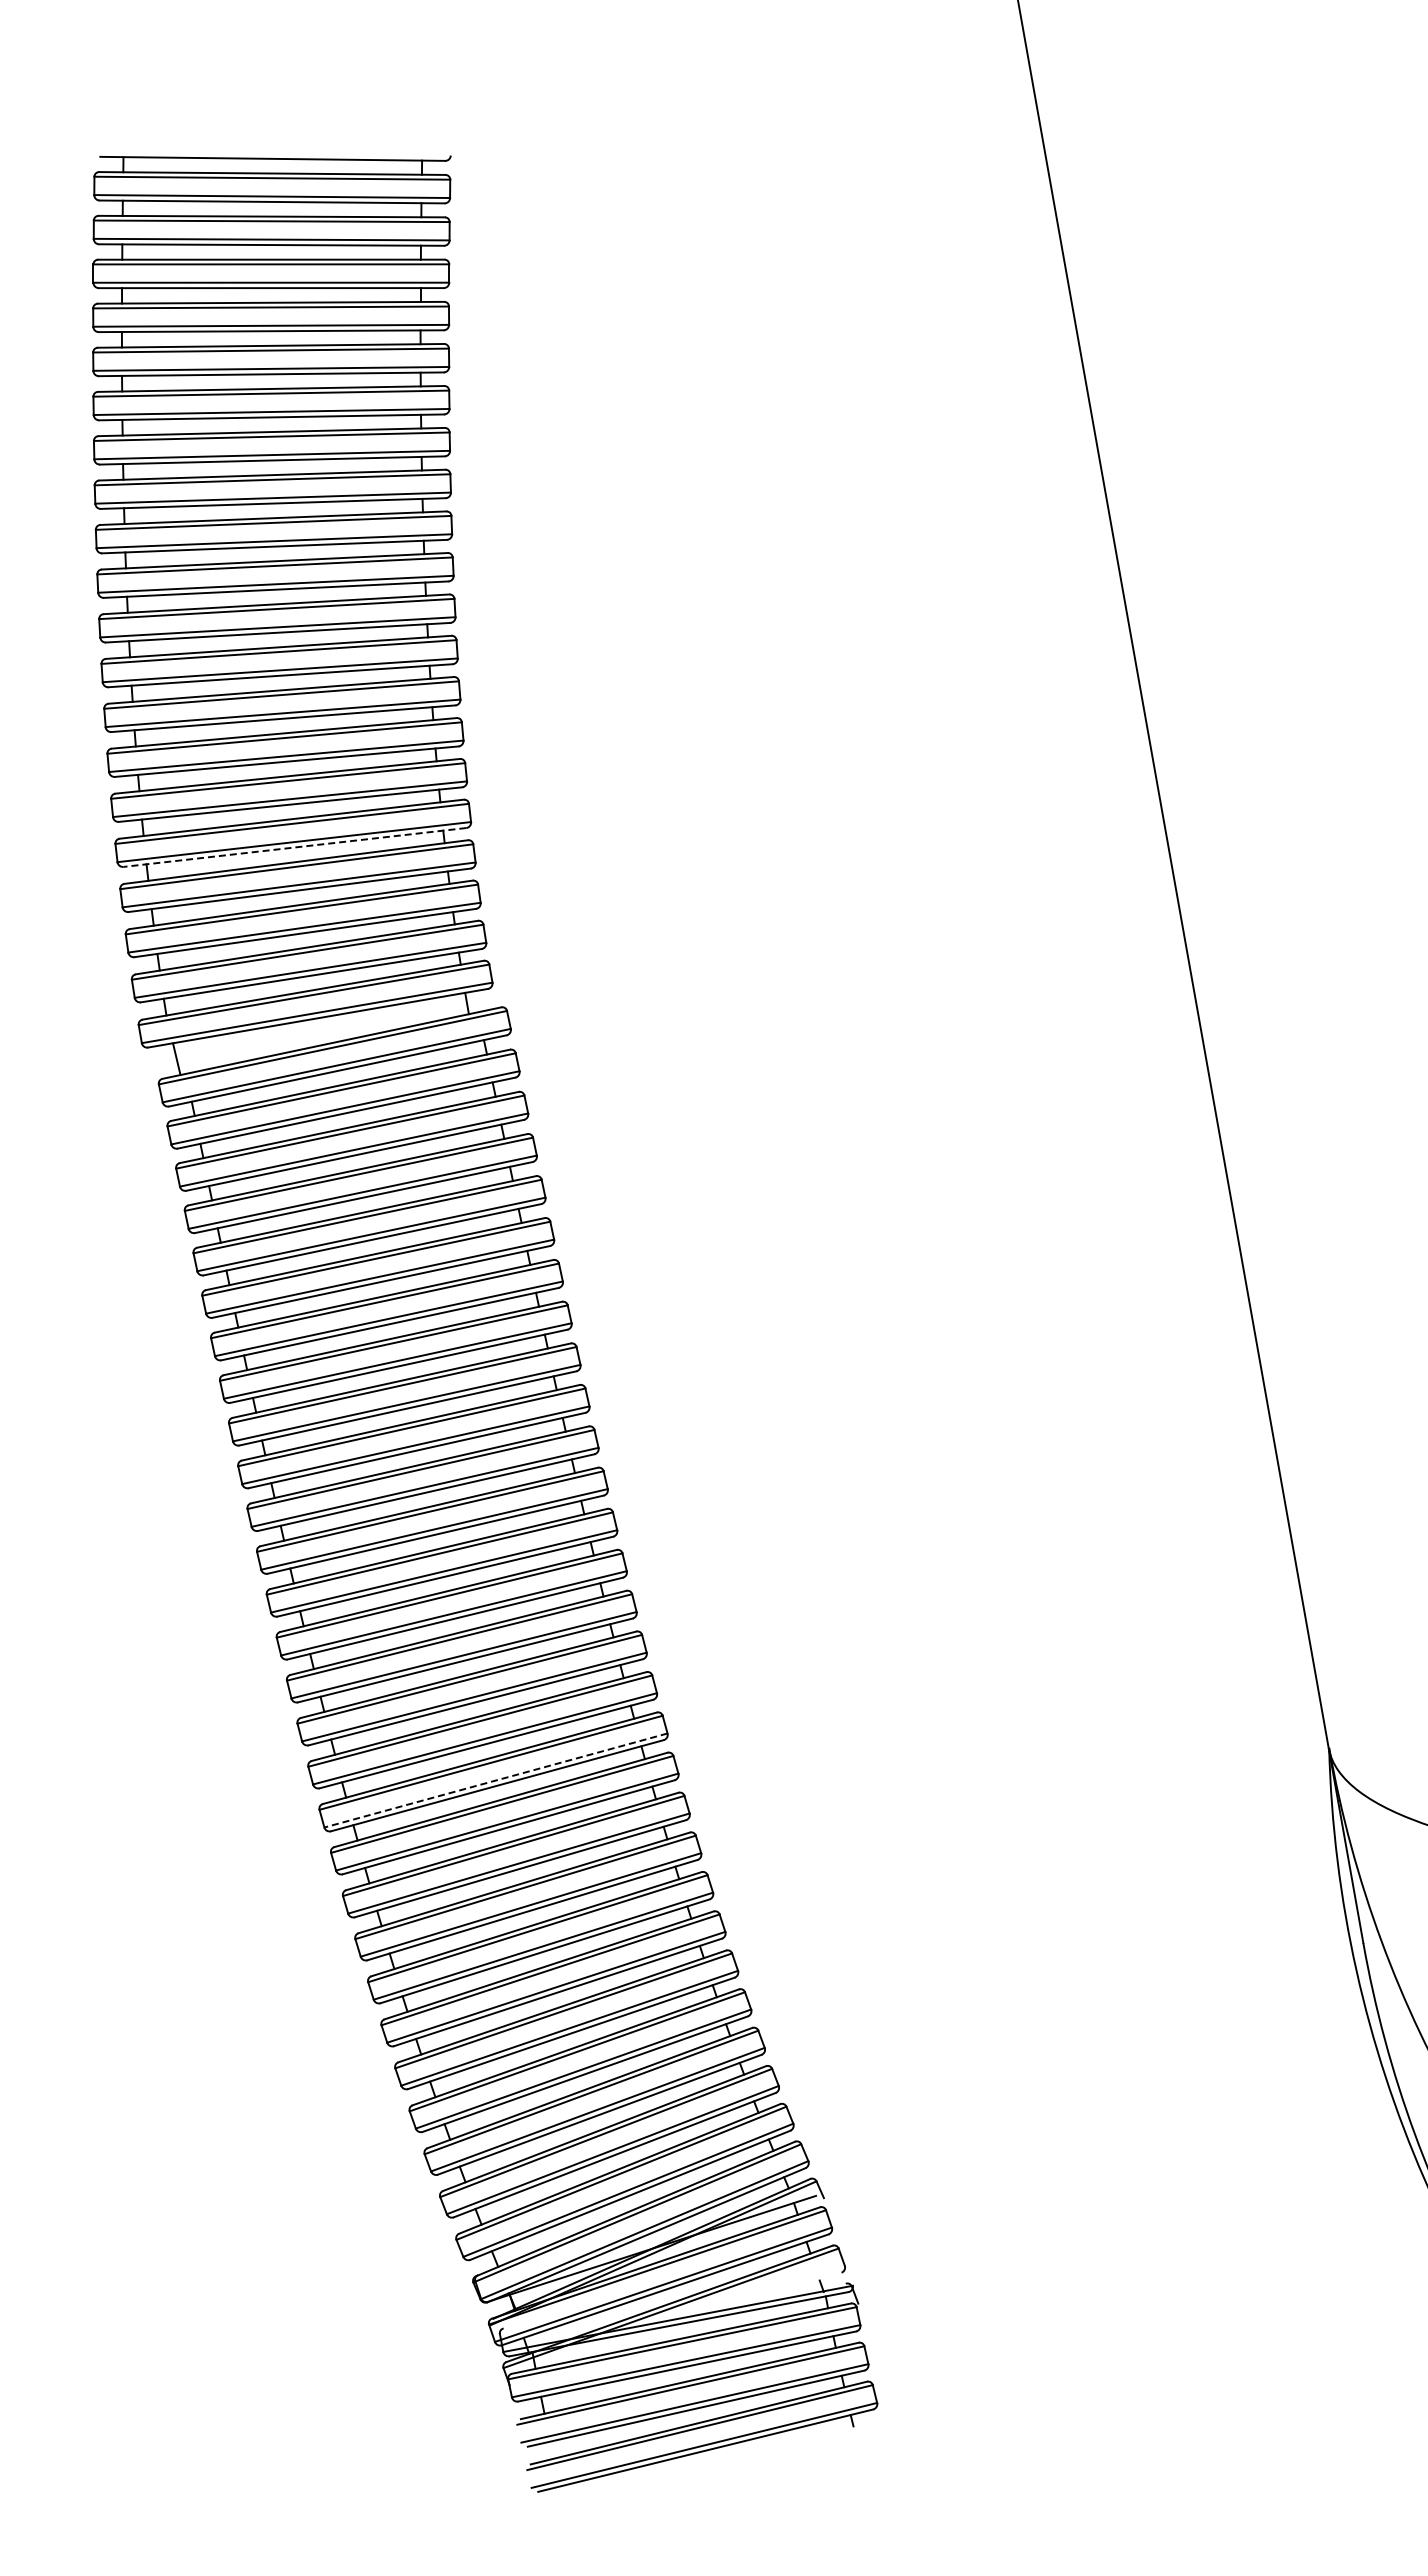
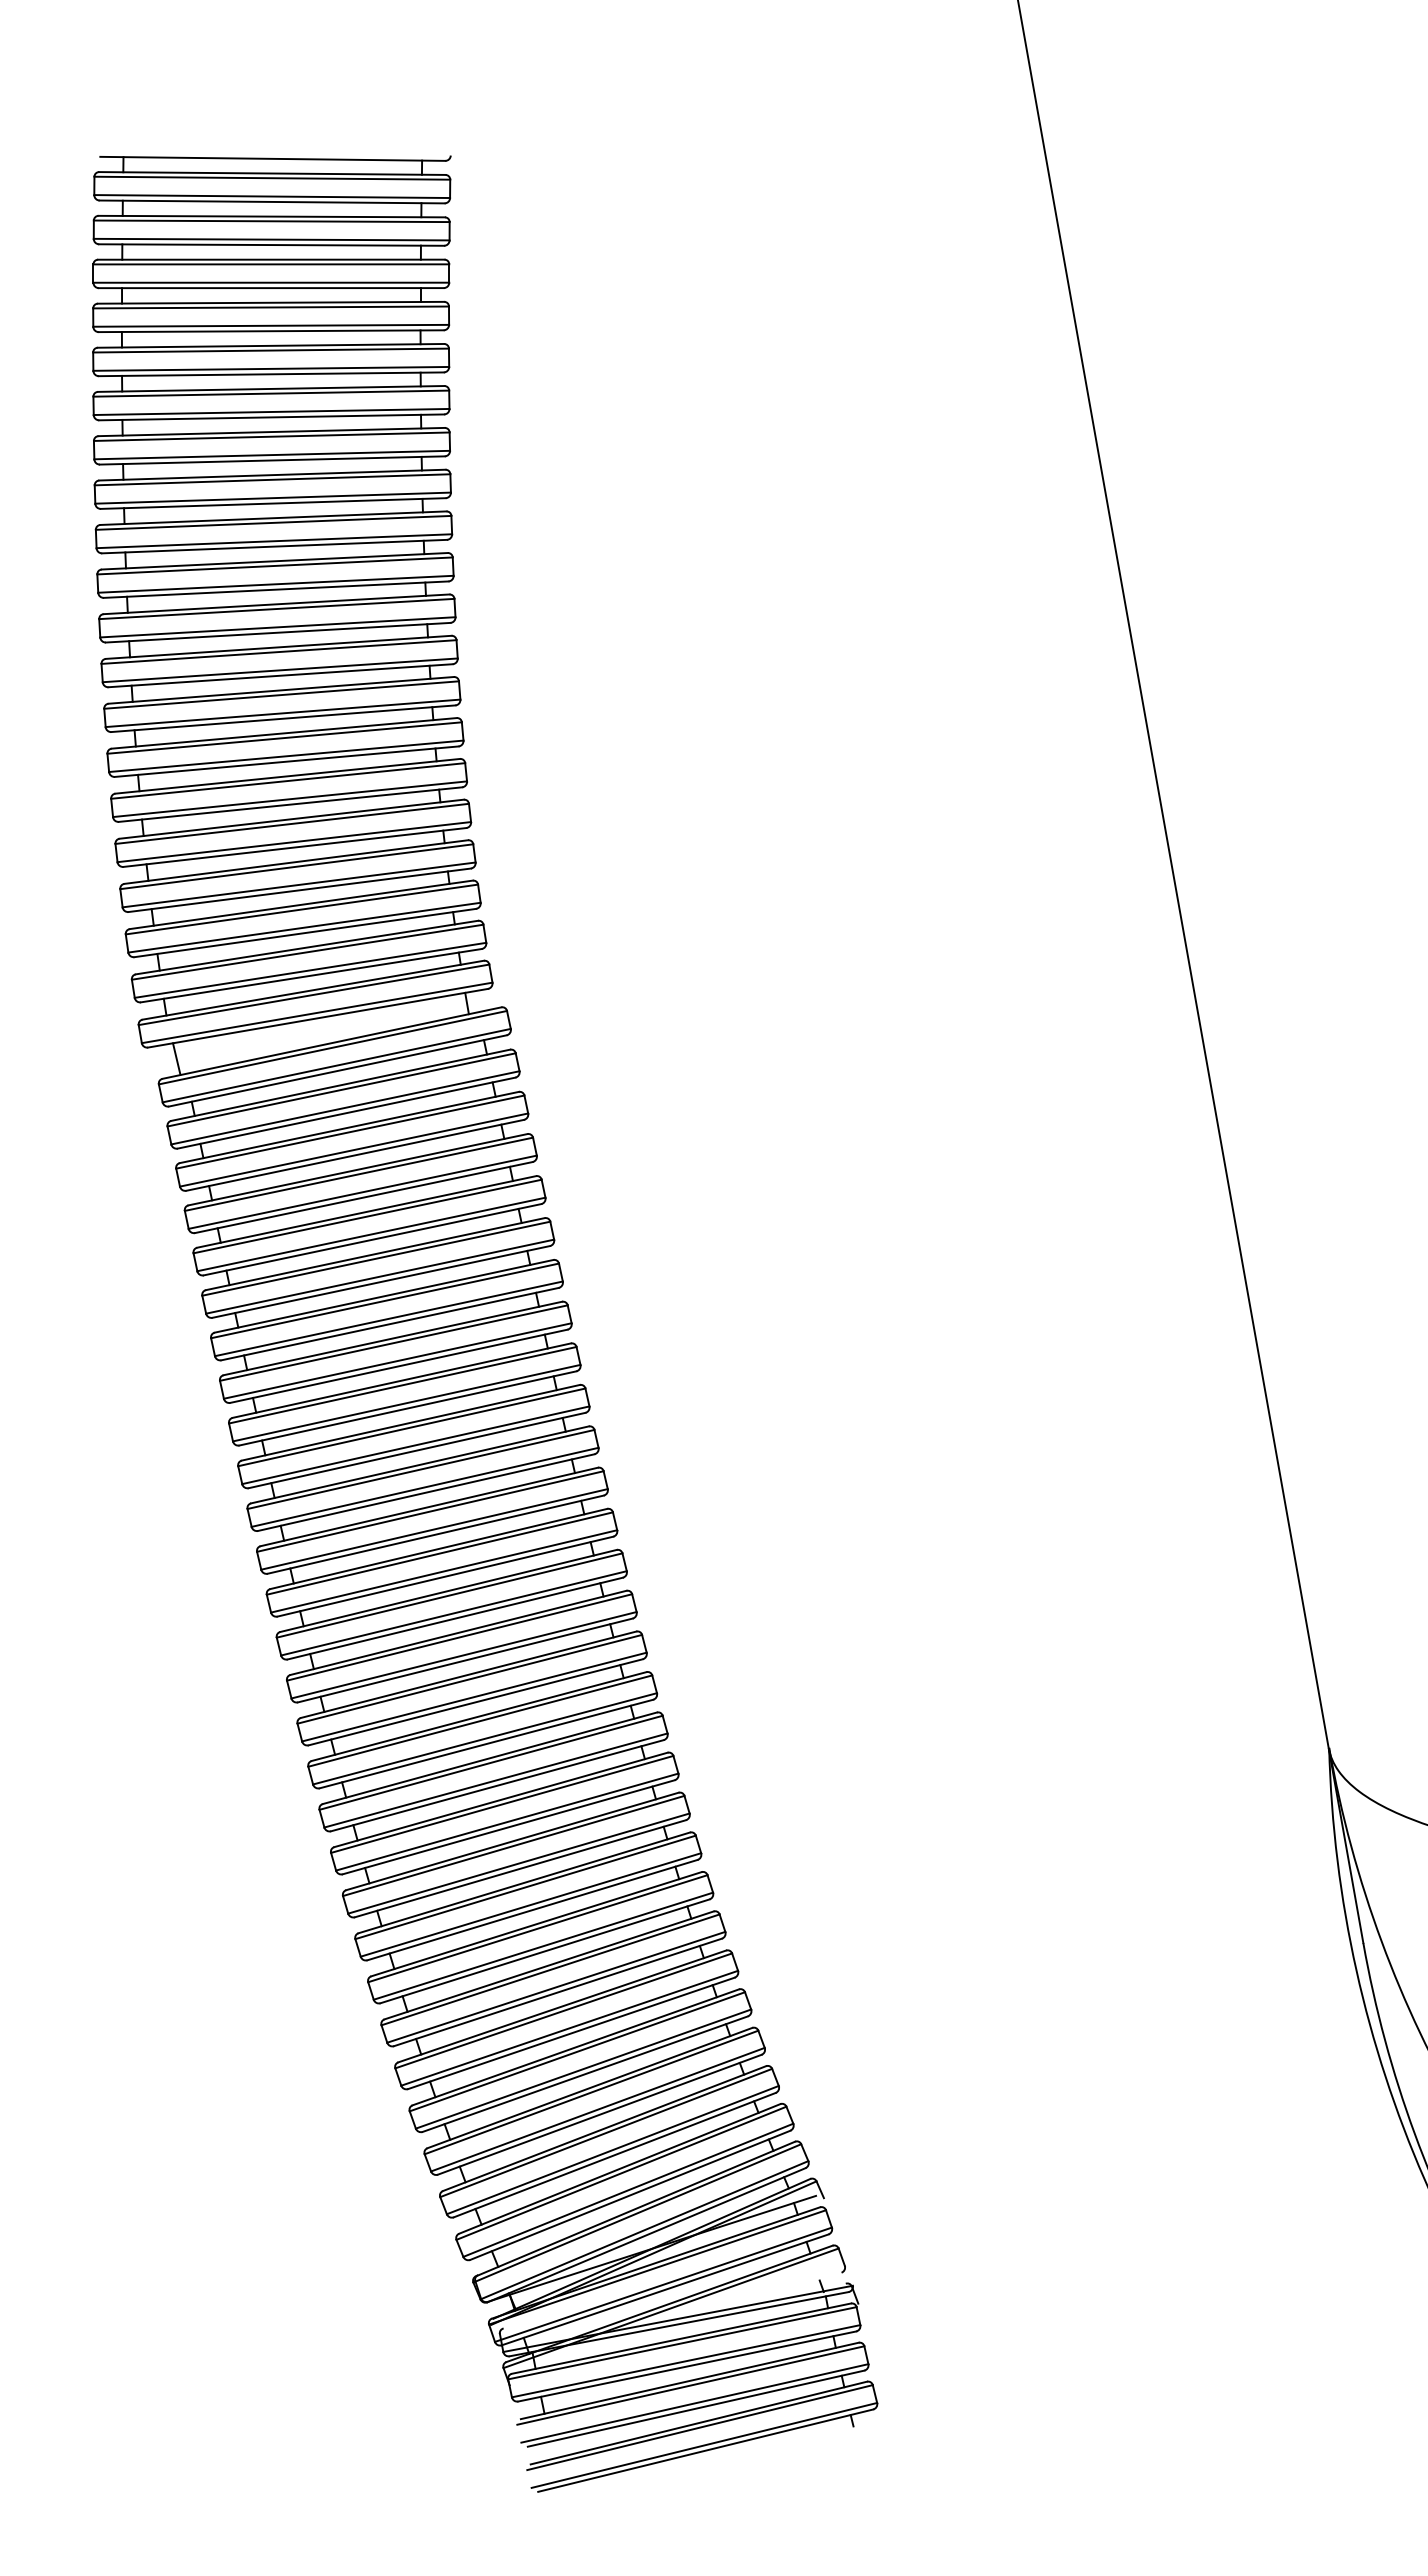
line at (294, 847): dashed -> solid
line at (495, 1780): dashed -> solid
